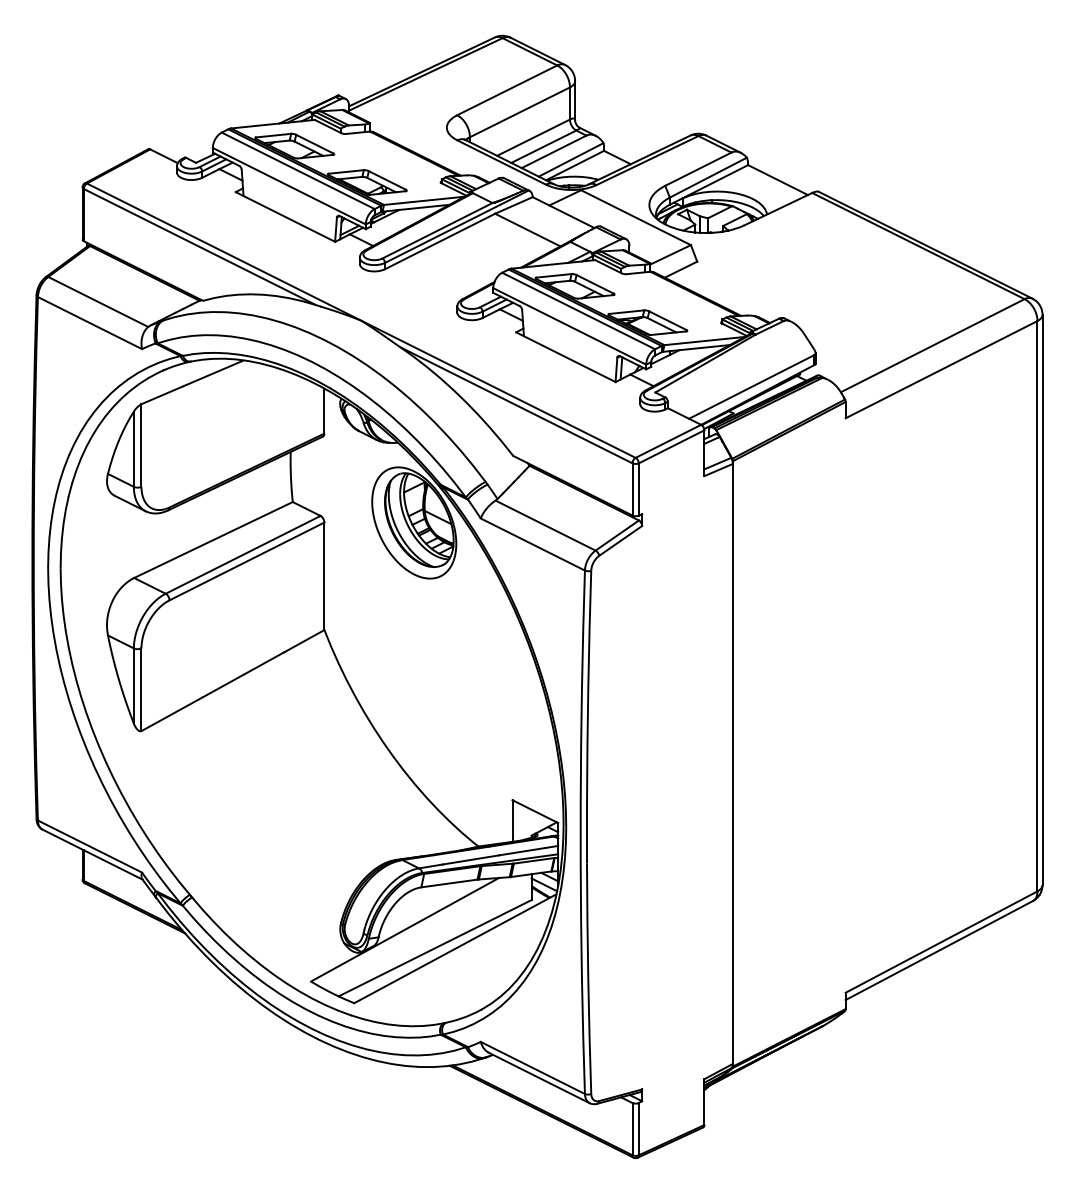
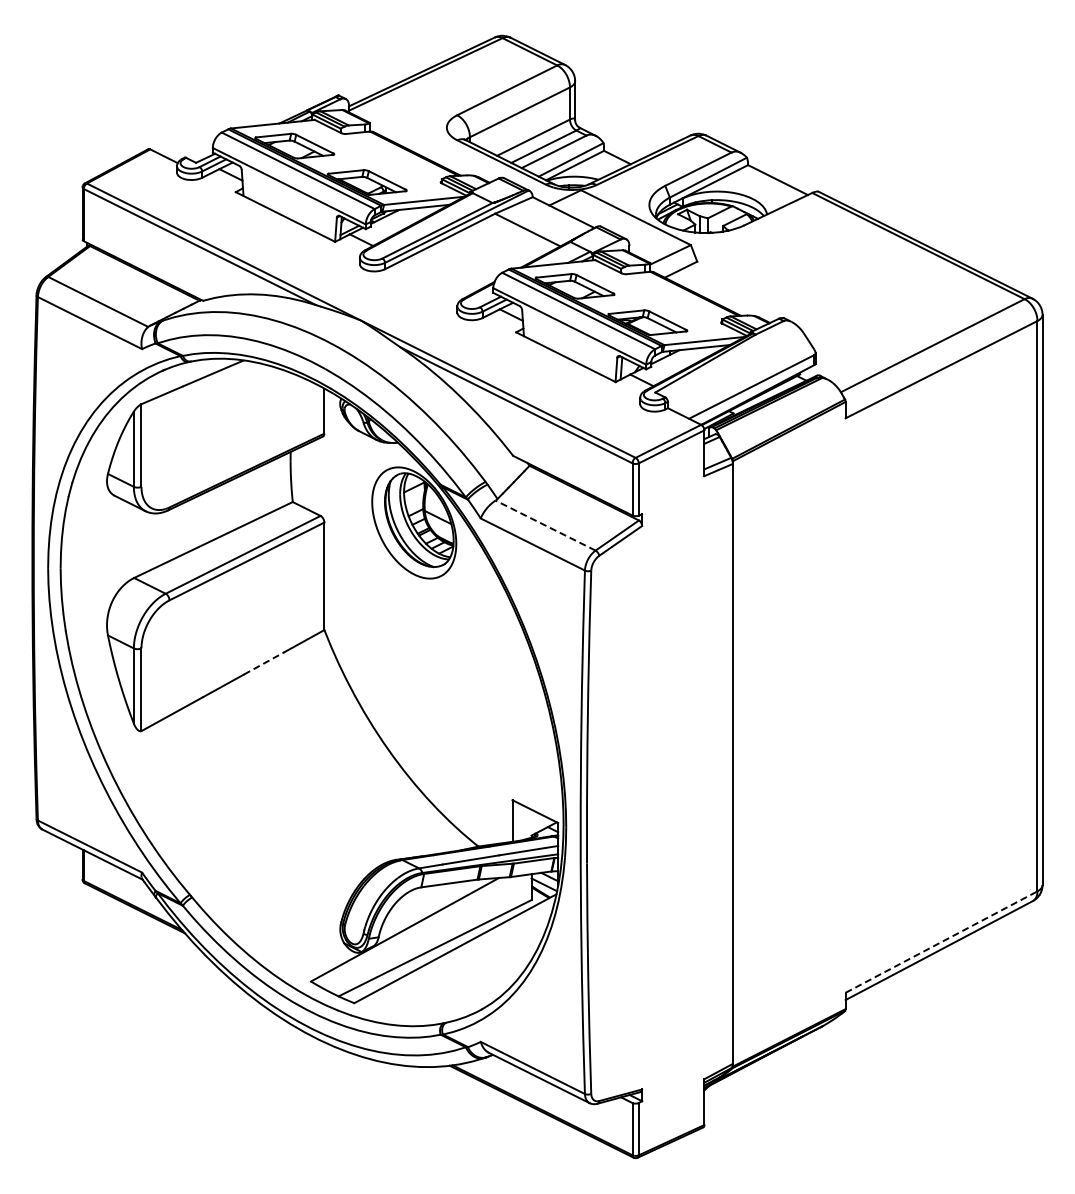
line at (545, 525): solid -> dashed
line at (264, 663): solid -> dashed
line at (941, 941): solid -> dashed
